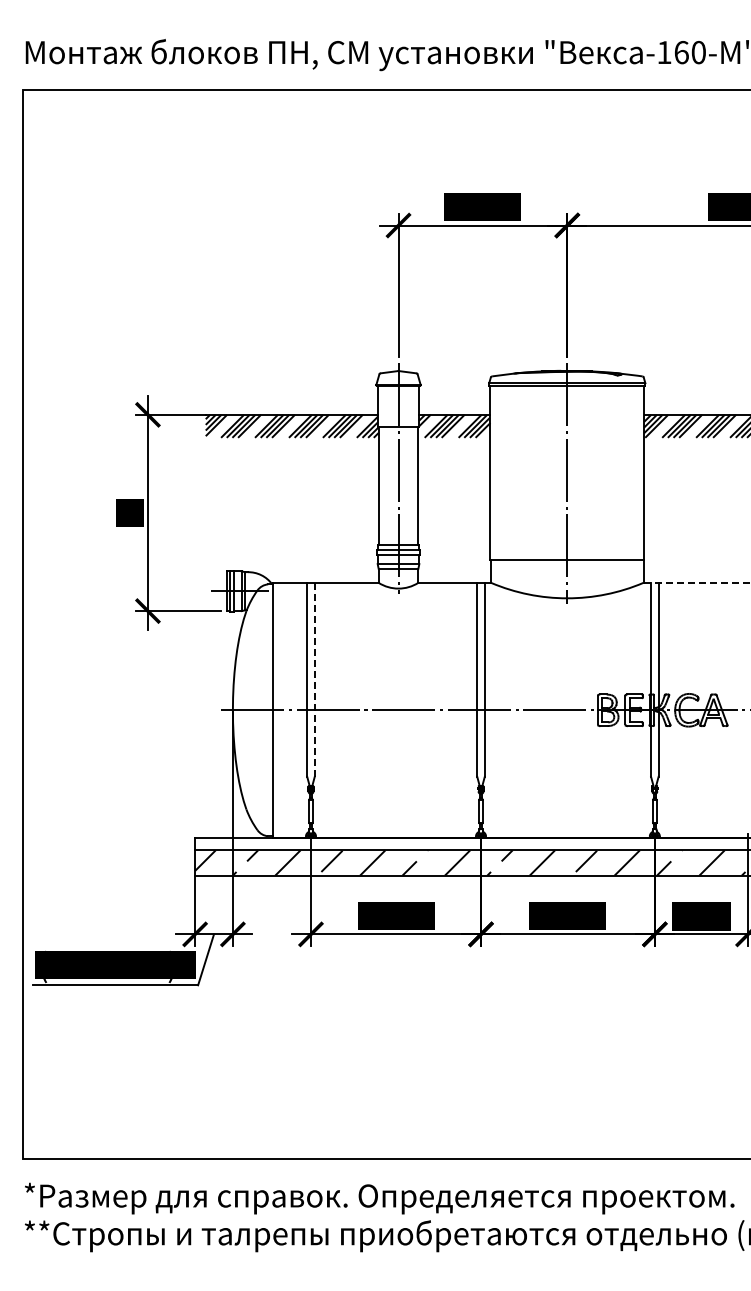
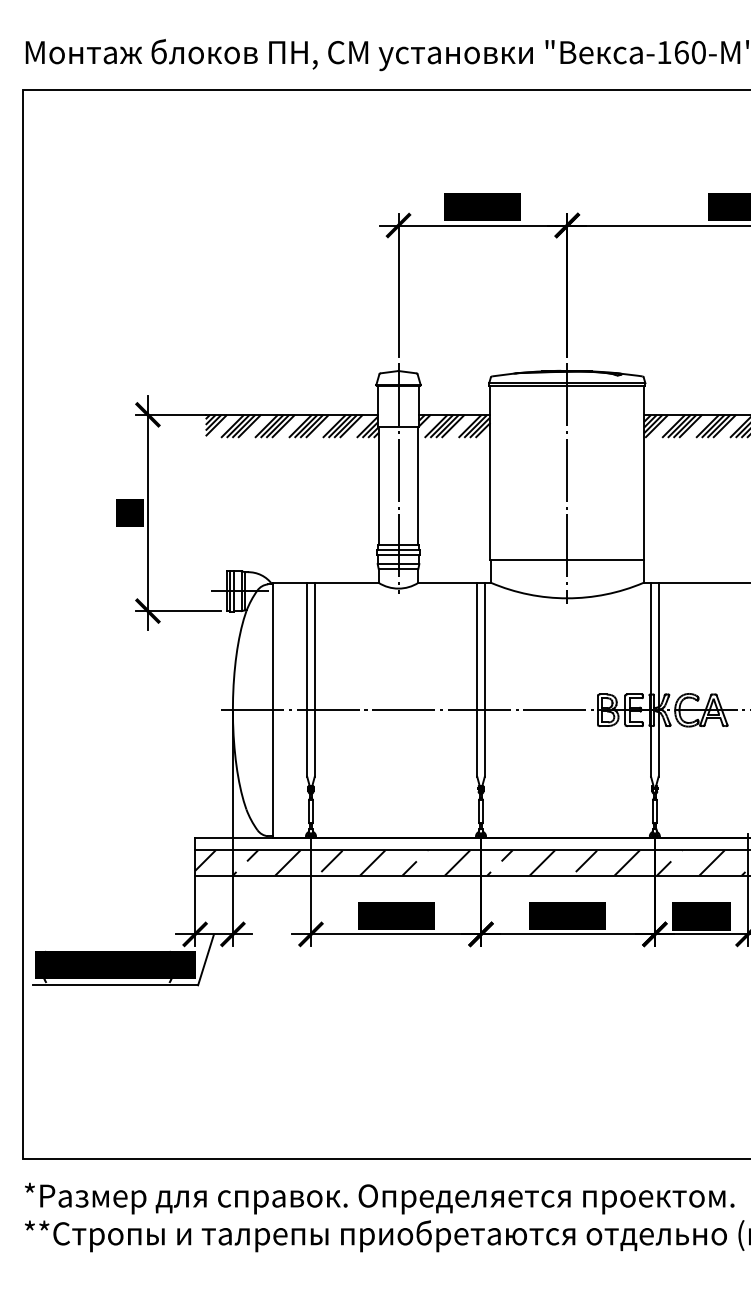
line at (696, 582): dashed -> solid
line at (314, 679): dashed -> solid
